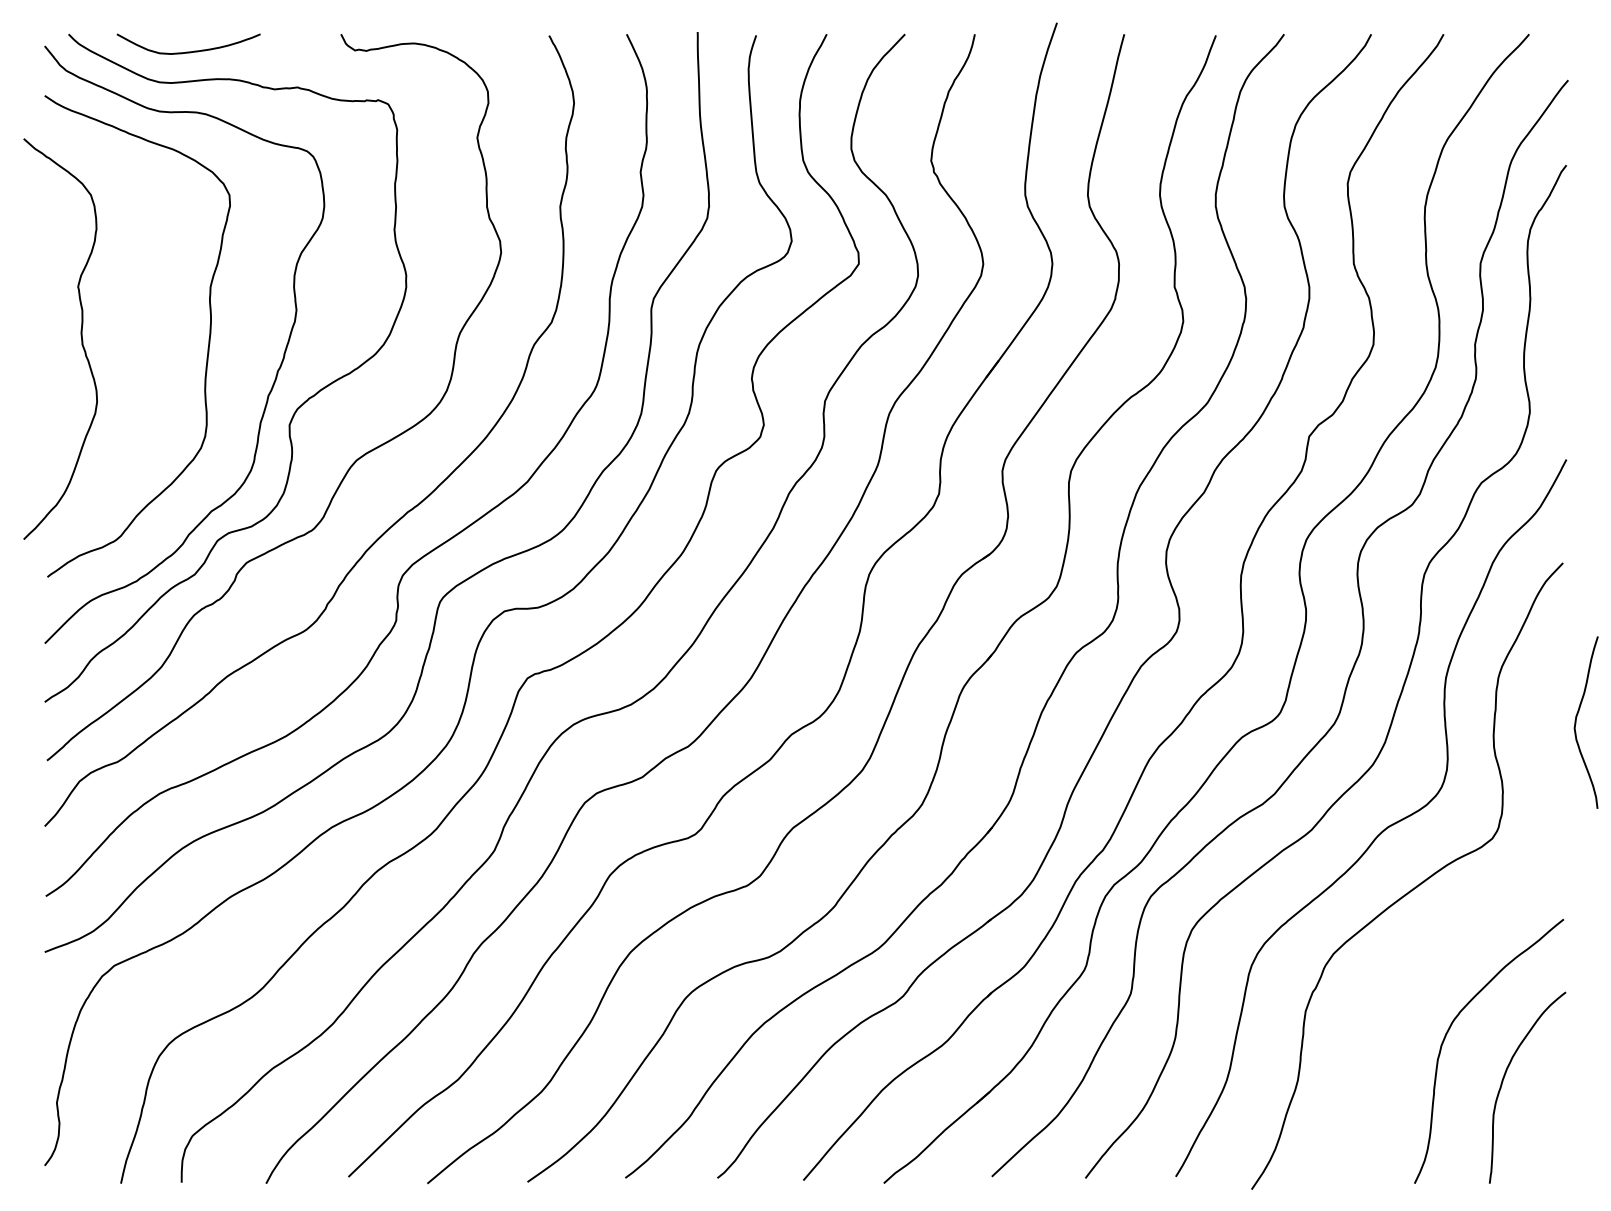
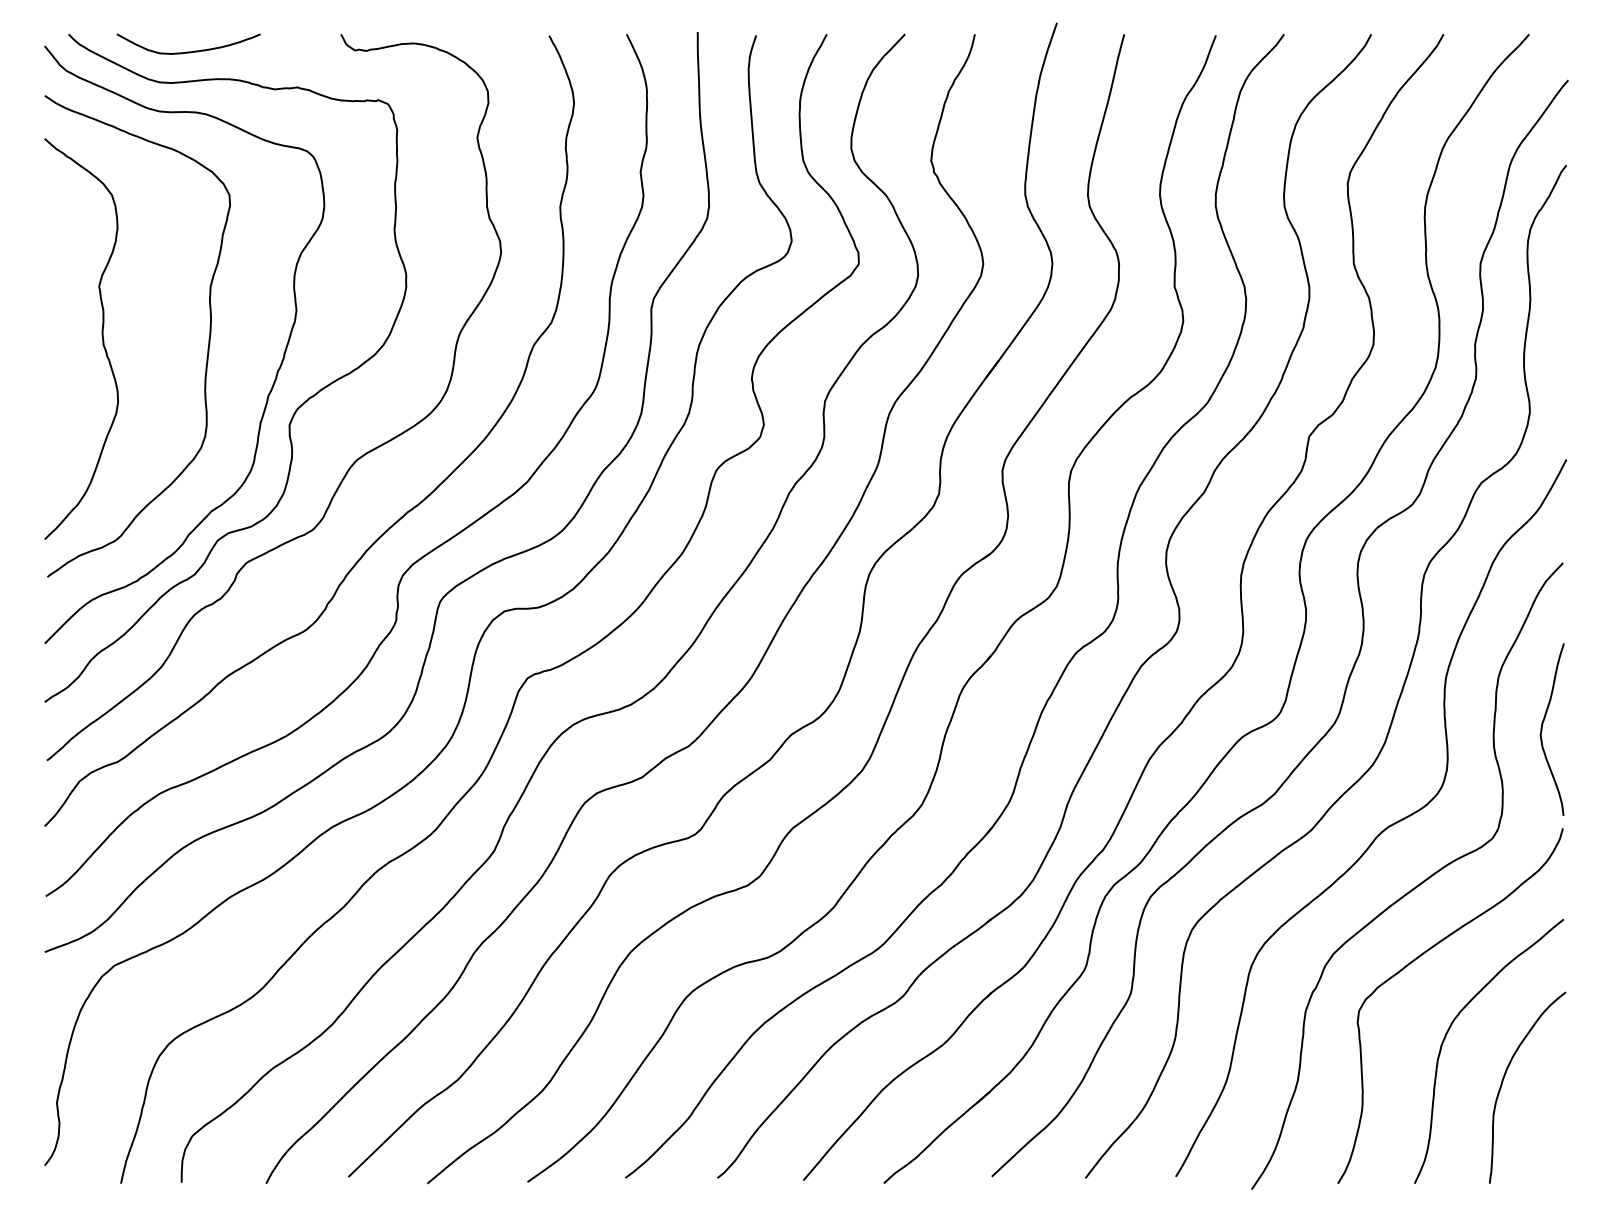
curve at (80, 336) position: (80, 336) -> (101, 336)
curve at (1576, 722) position: (1576, 722) -> (1542, 729)
curve at (1414, 961): none -> present
